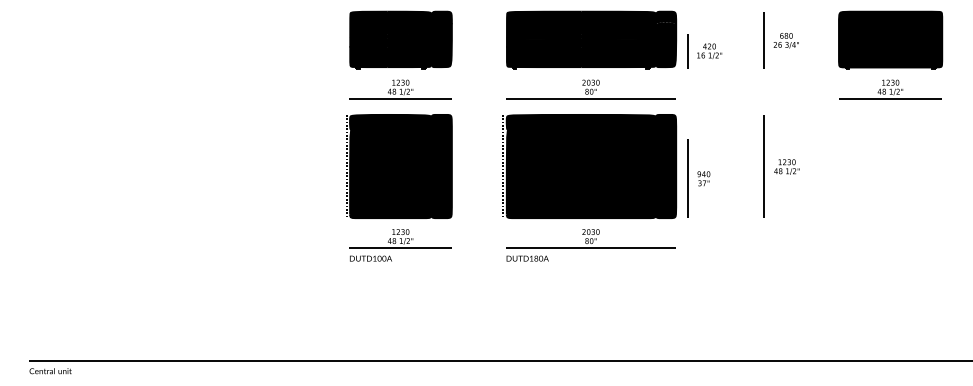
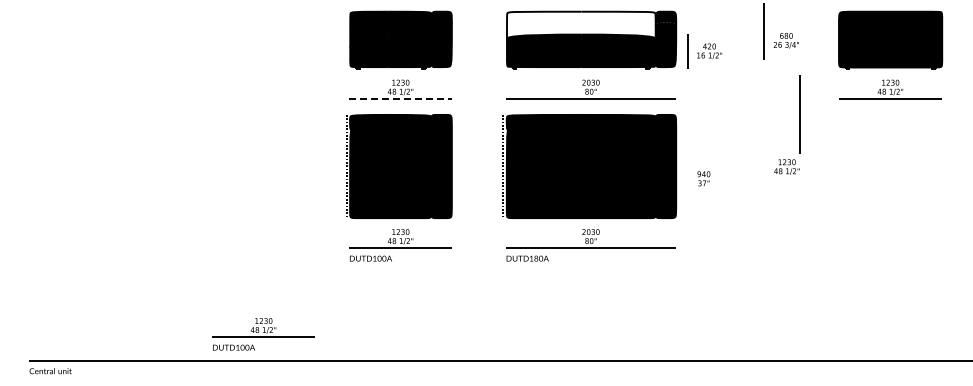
fill at (580, 24): present -> none
line at (763, 40) position: (763, 40) -> (763, 31)
line at (400, 99): solid -> dashed
line at (763, 166): present -> none
line at (687, 178) position: (687, 178) -> (799, 114)
part at (263, 334): none -> present
